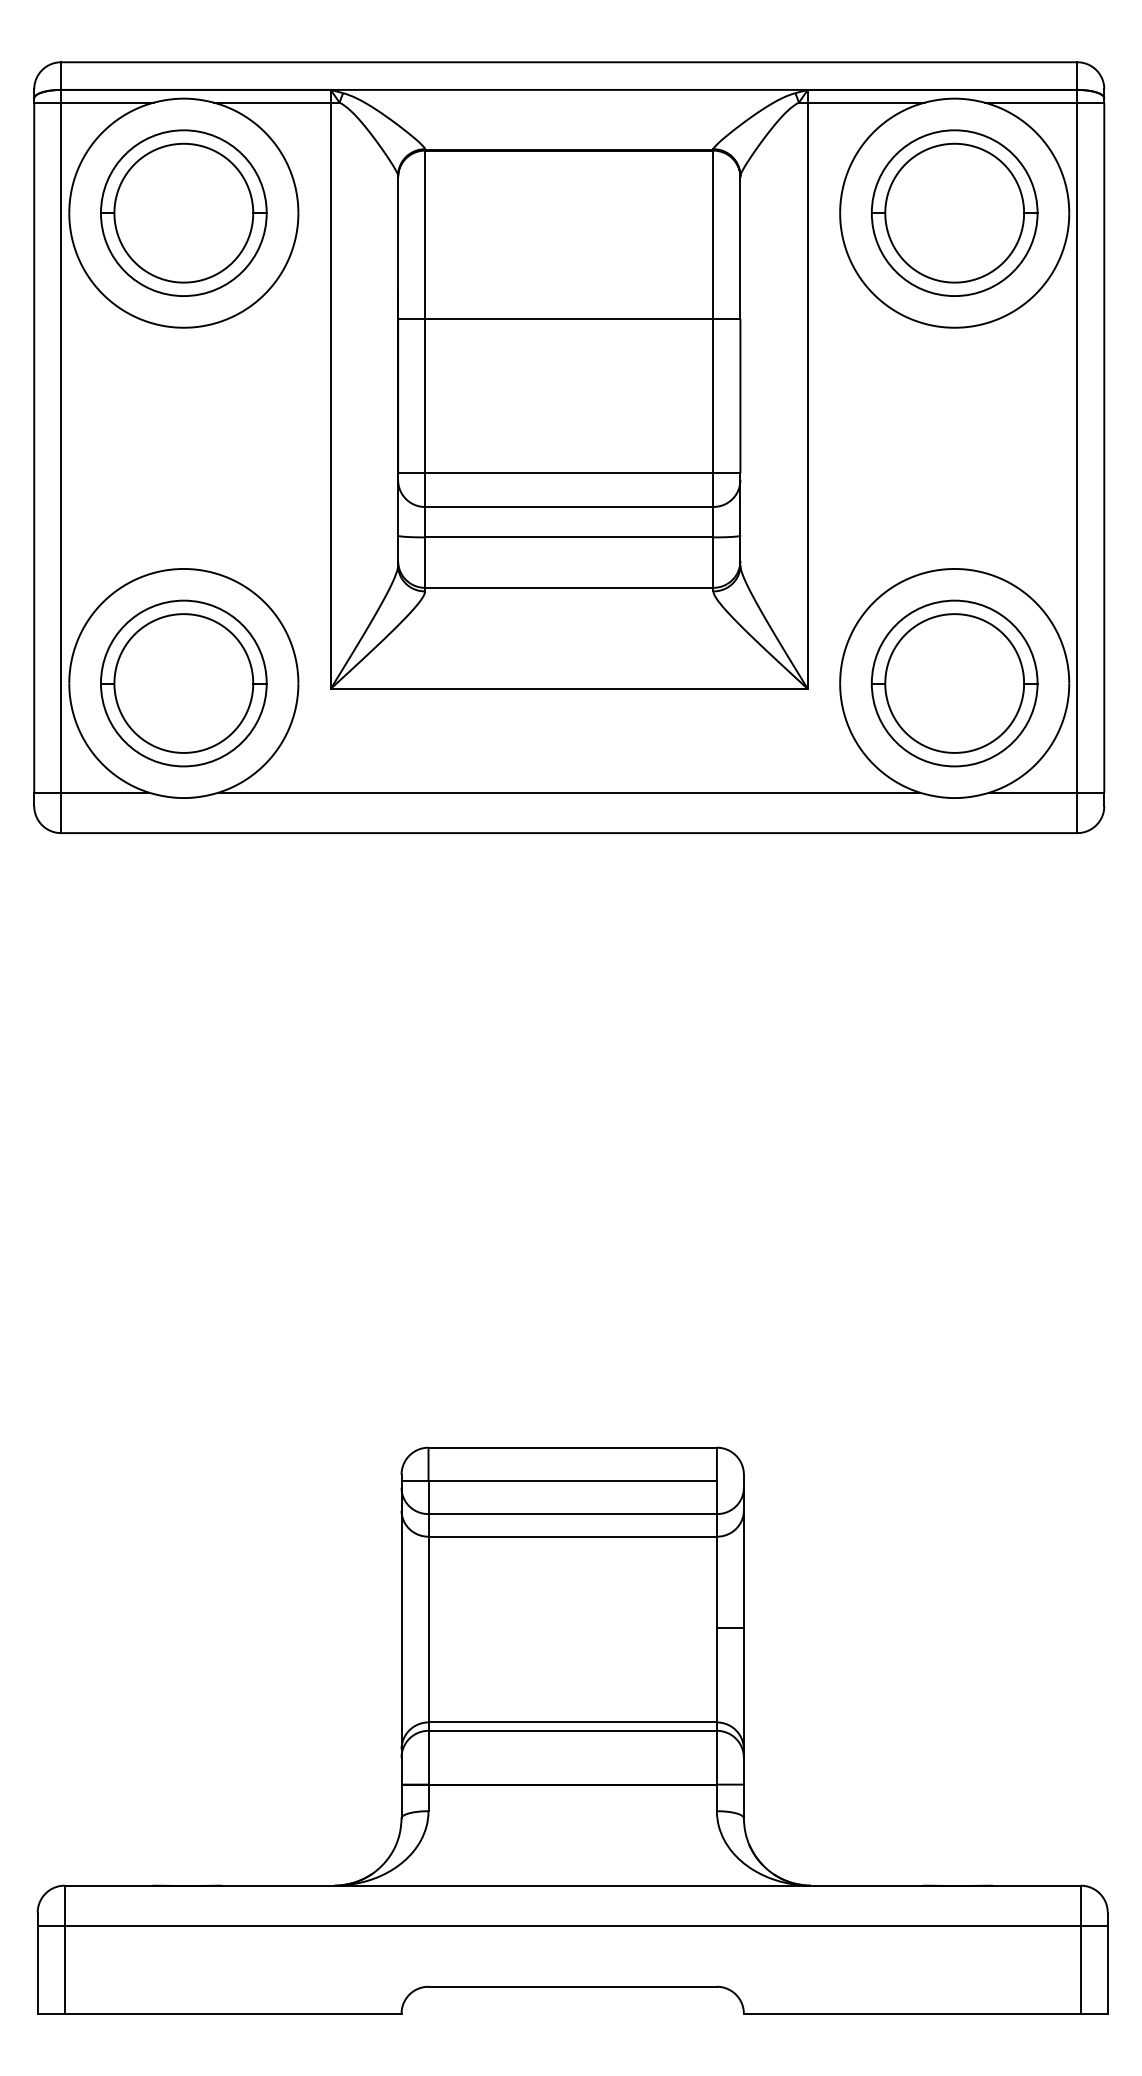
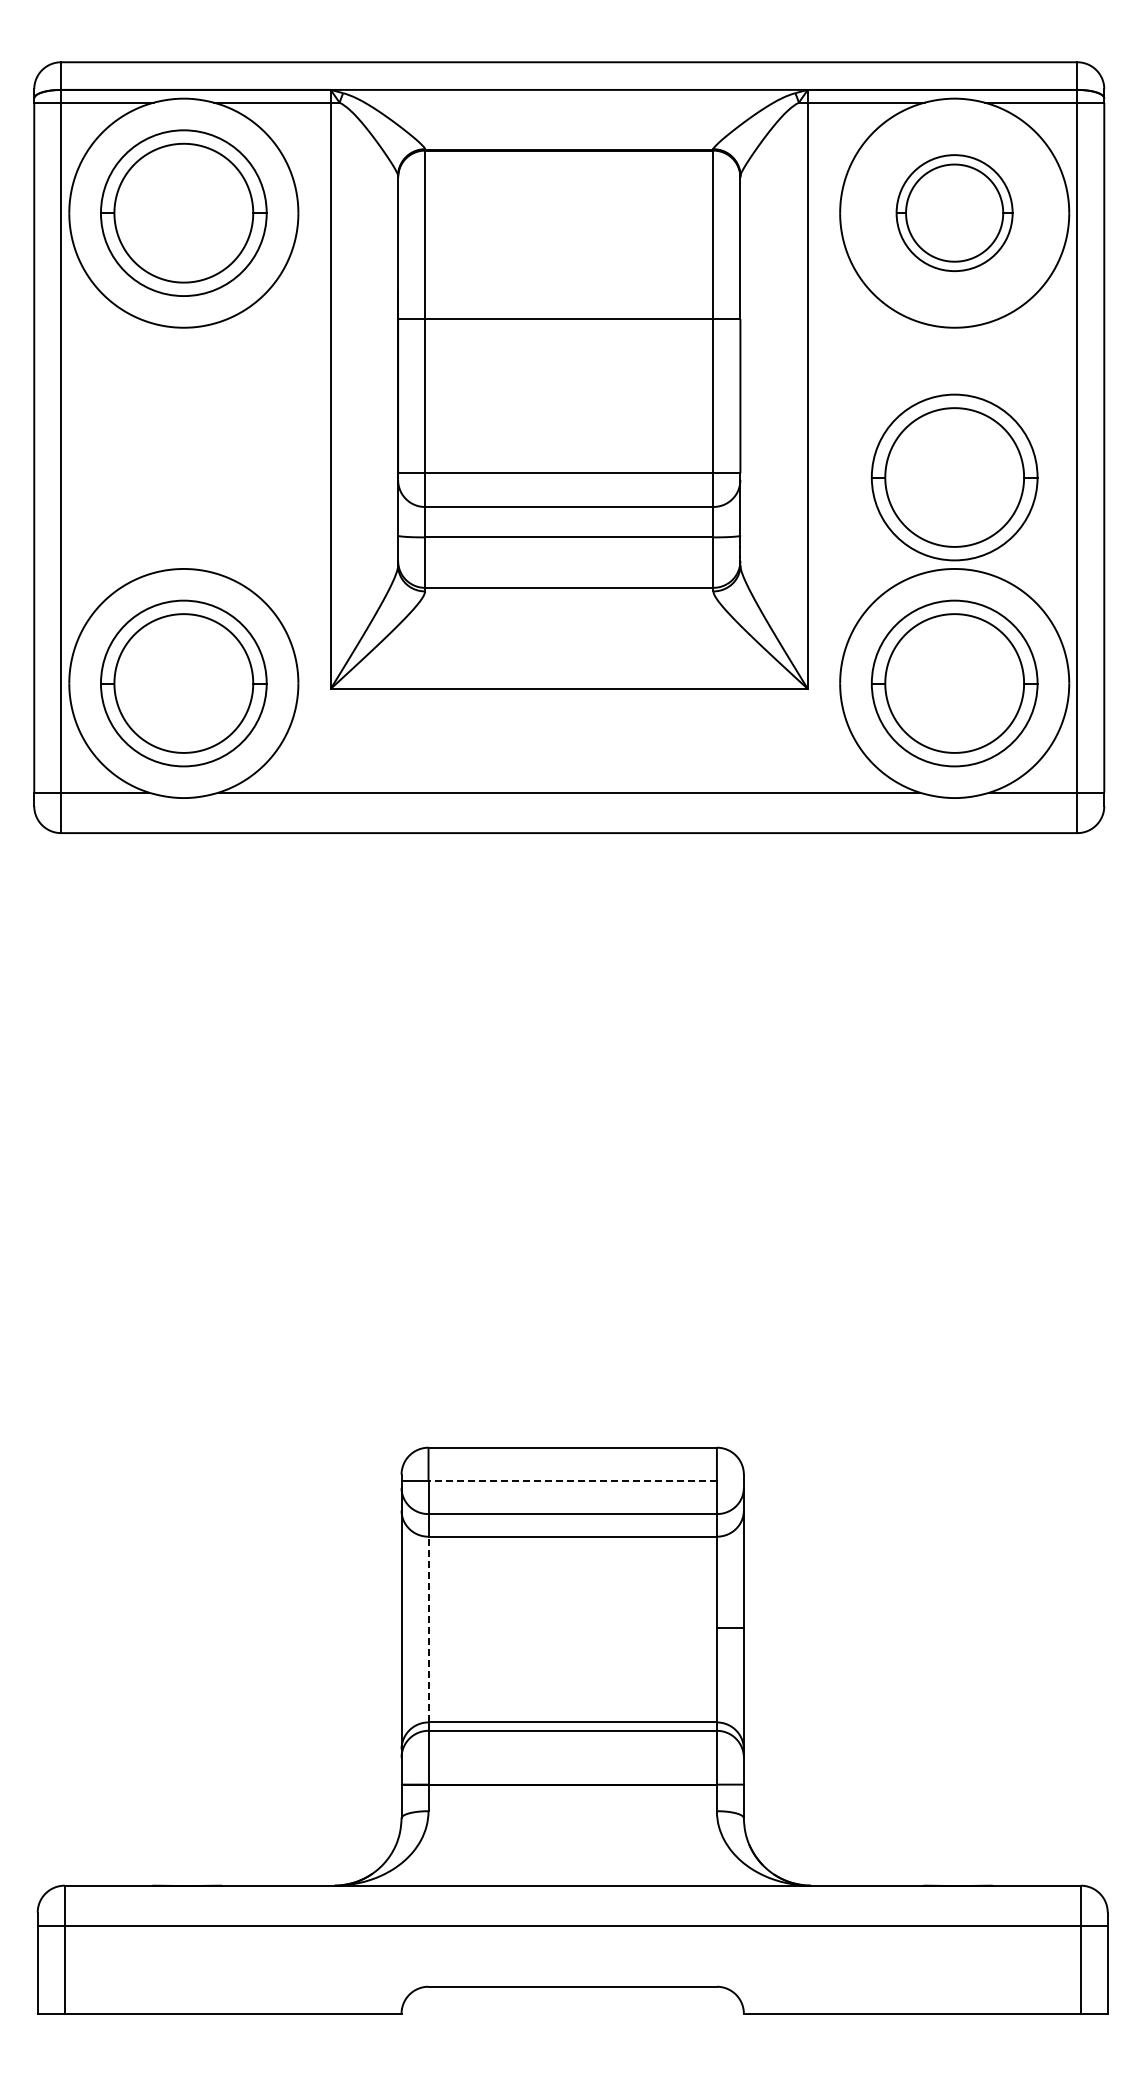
part at (954, 212) size: 169x168 px -> 119x118 px
part at (954, 477): none -> present
line at (572, 1481): solid -> dashed
line at (428, 1629): solid -> dashed
